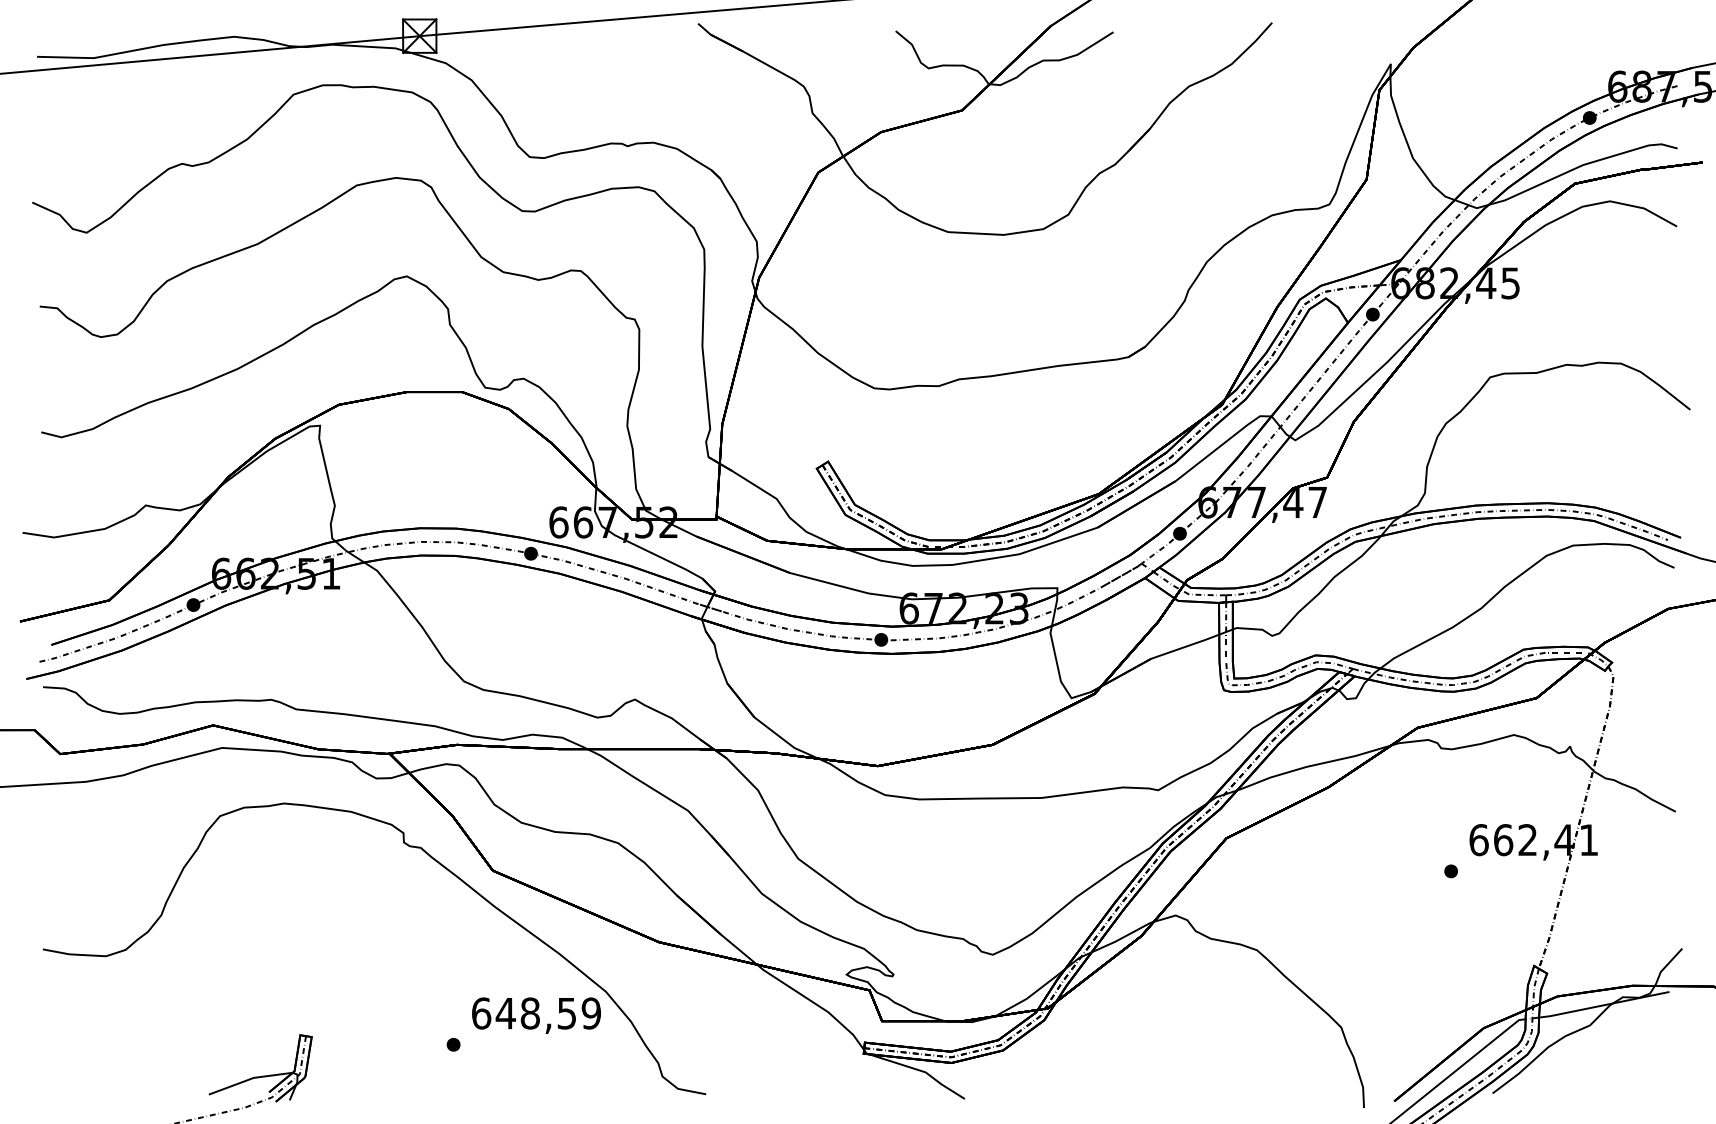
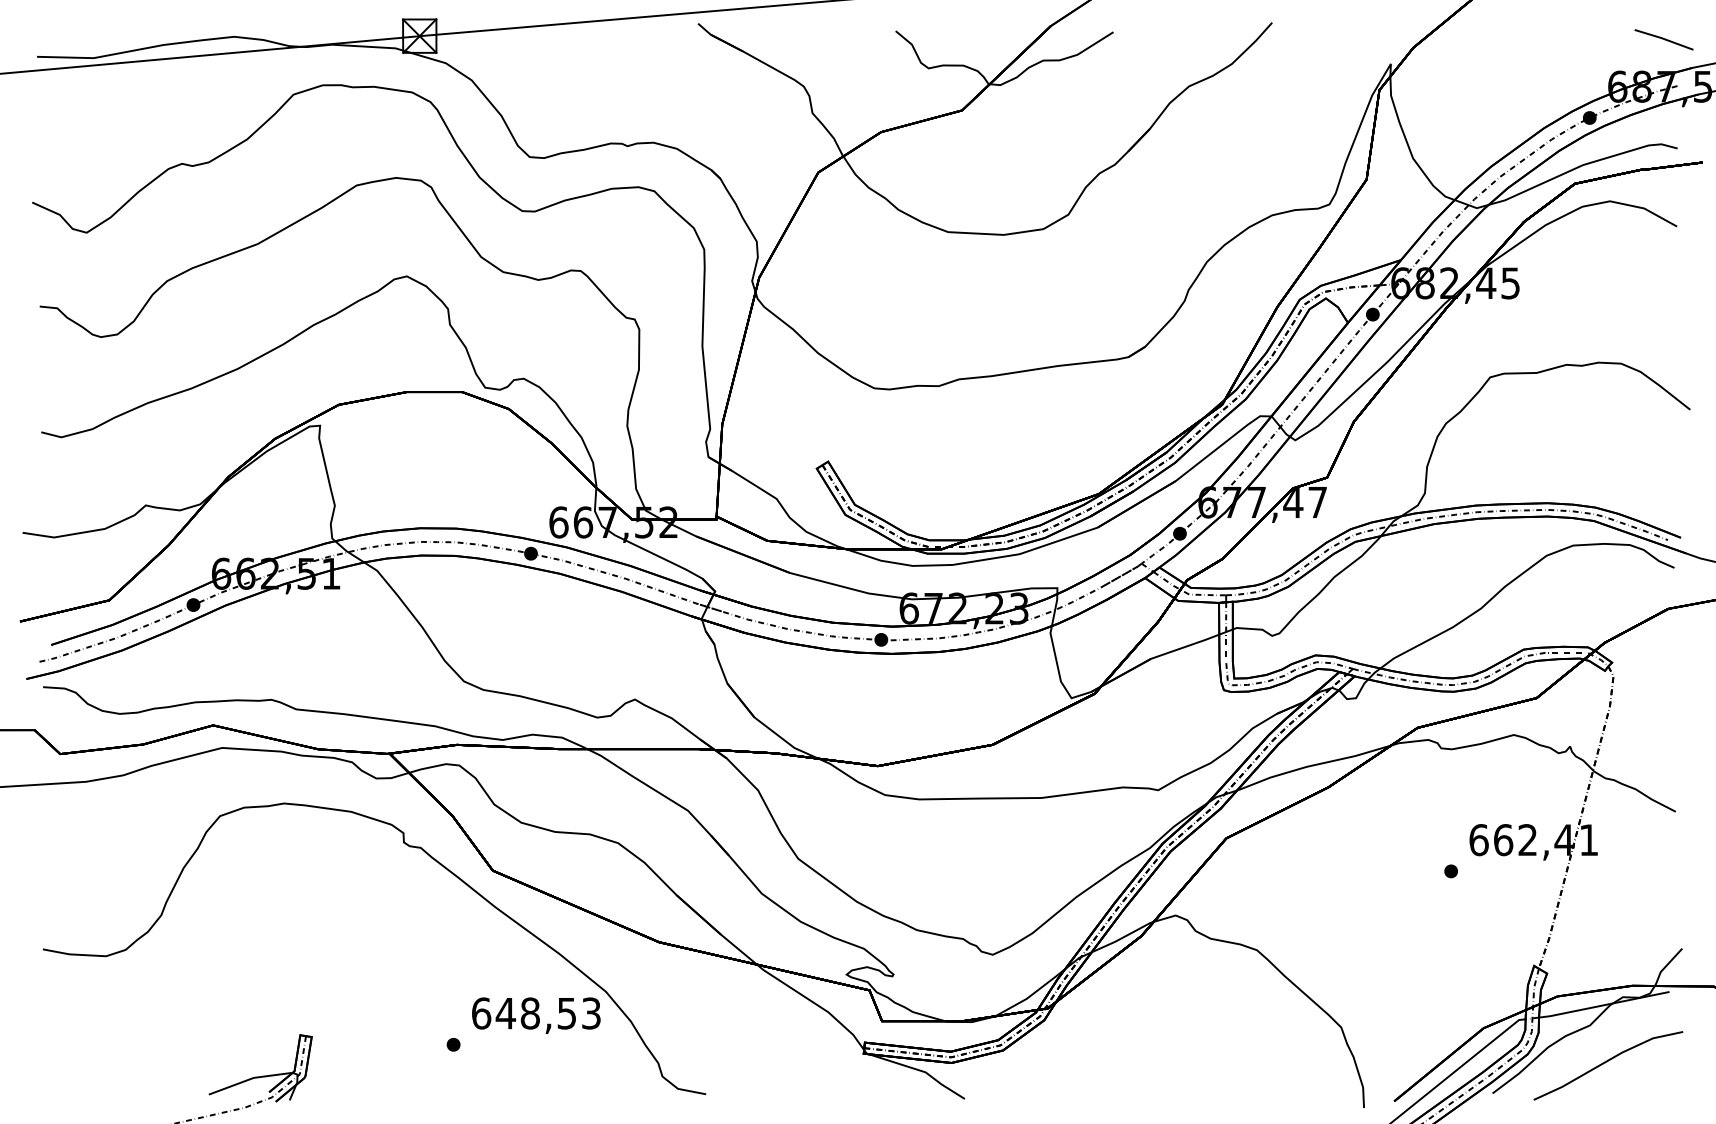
line at (1663, 39): none -> present
text at (590, 1013): 648,59 -> 648,53
line at (1607, 1062): none -> present
